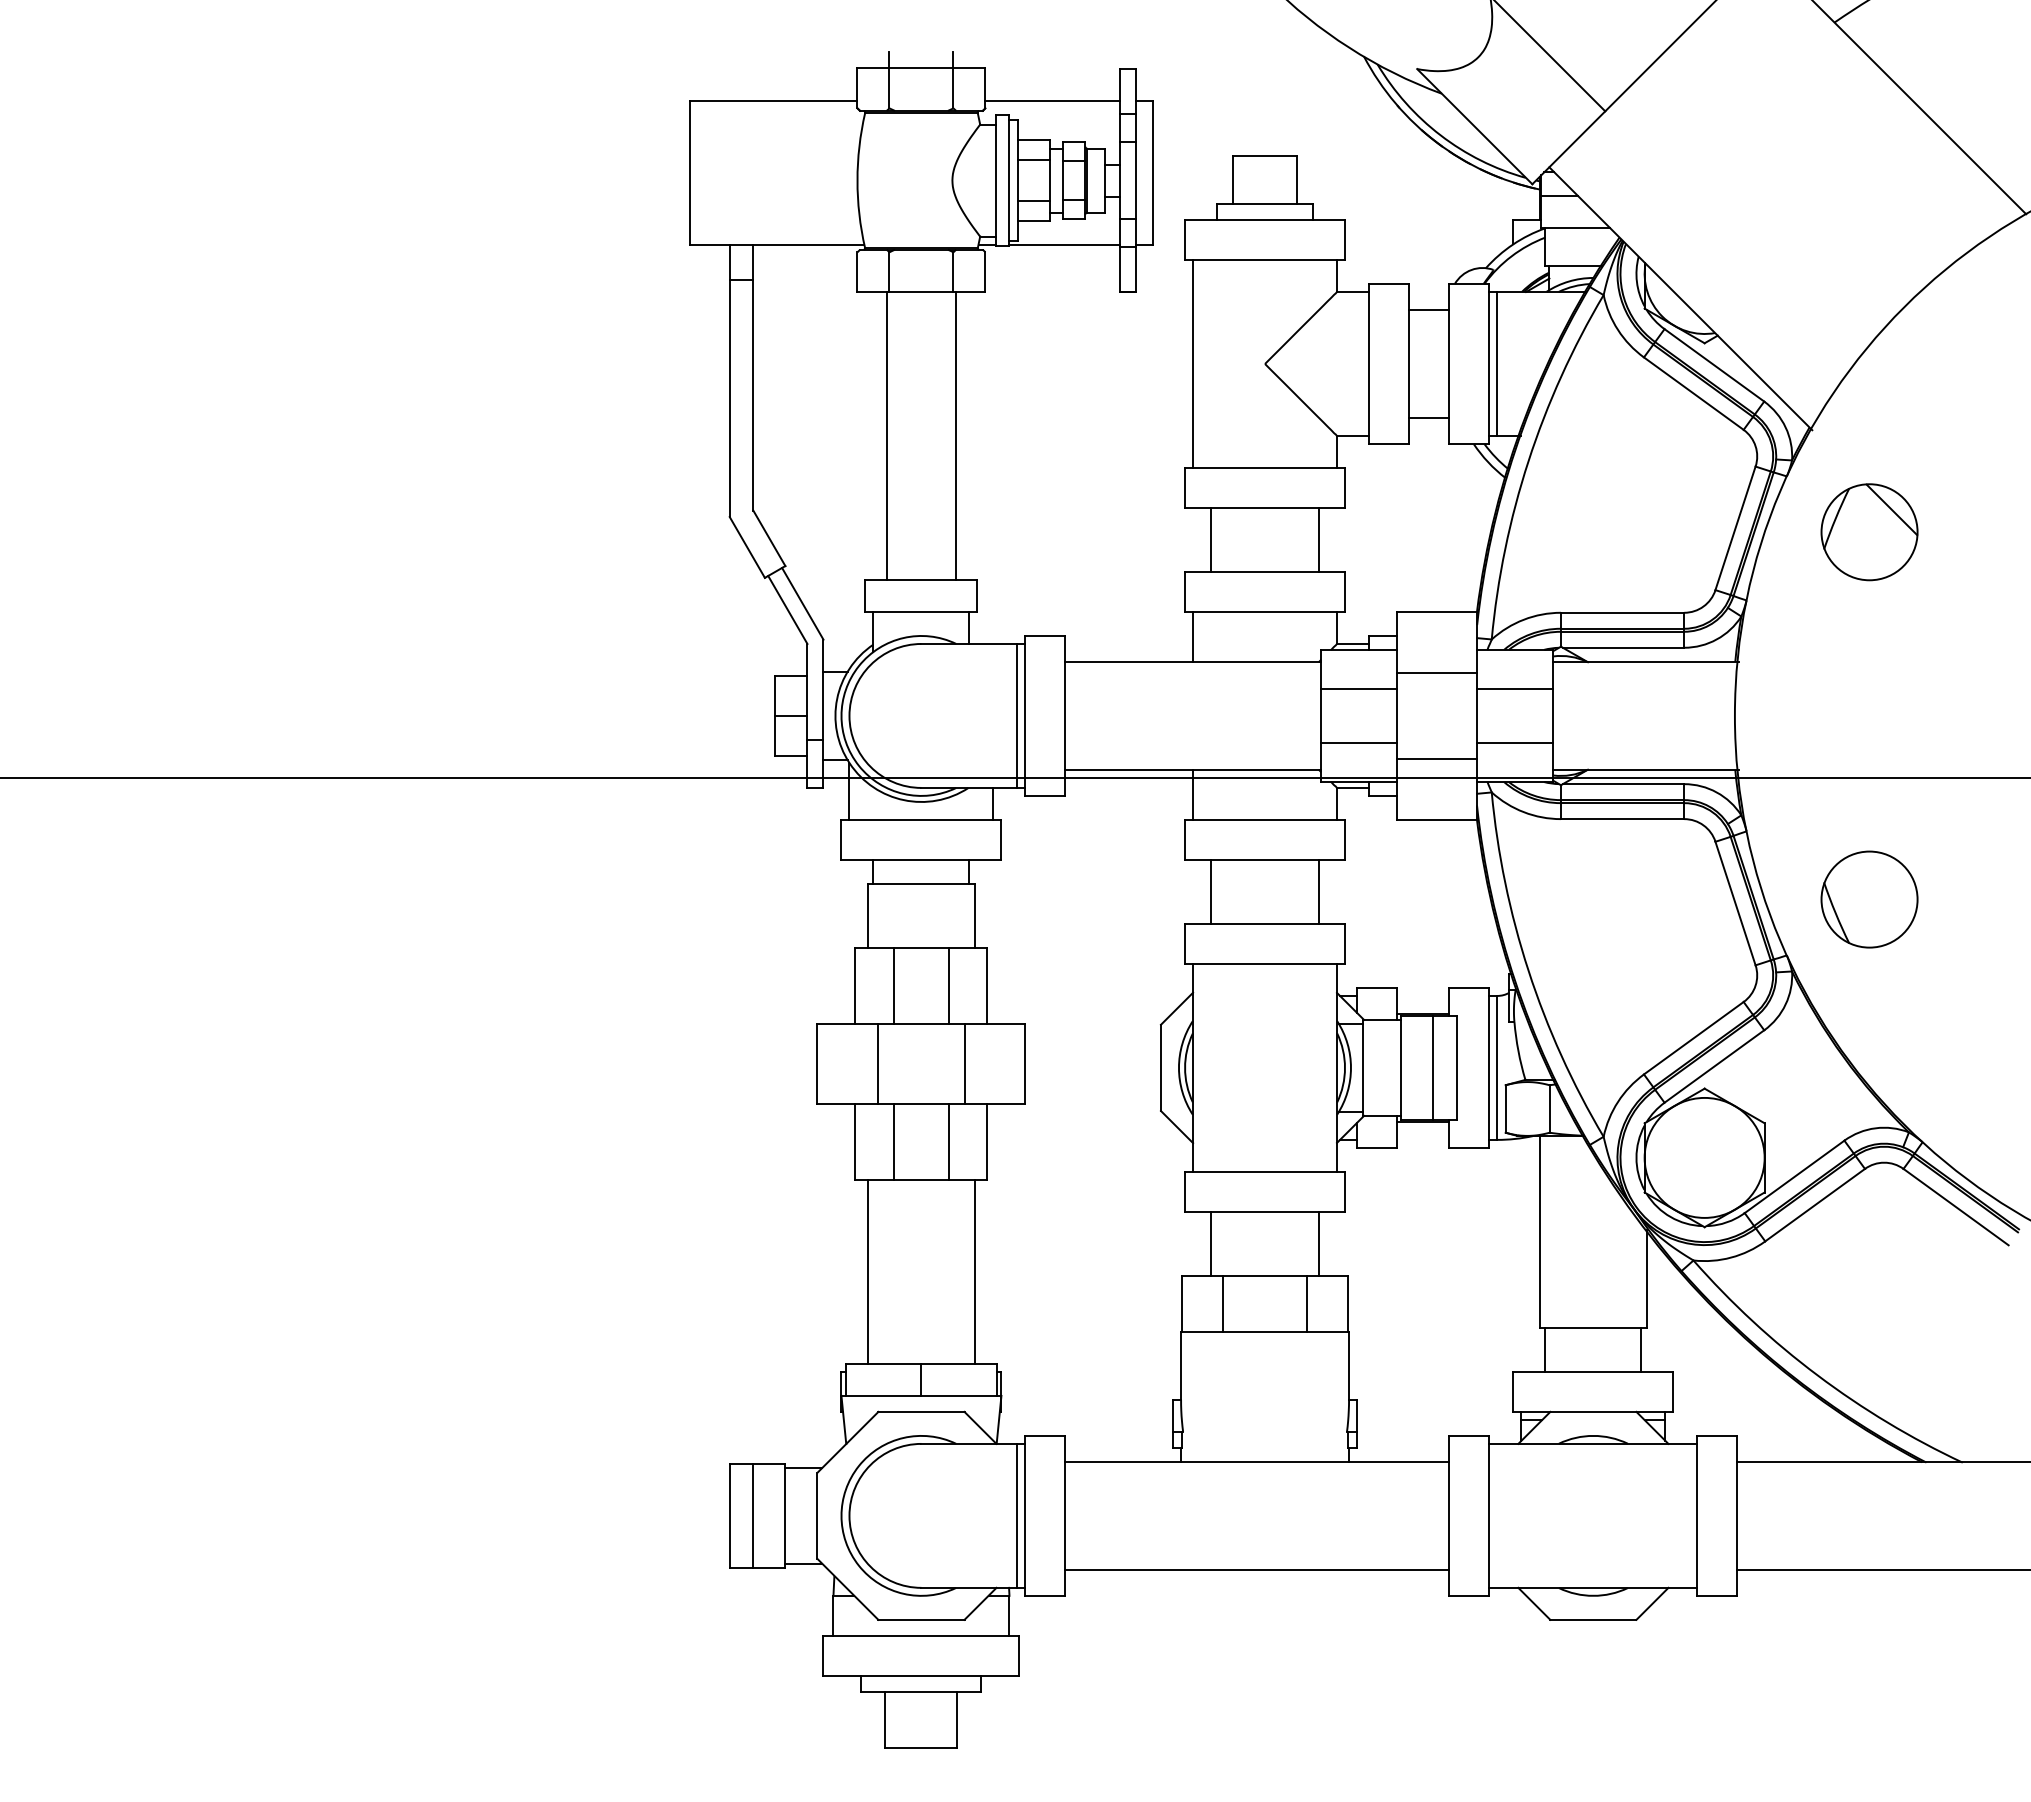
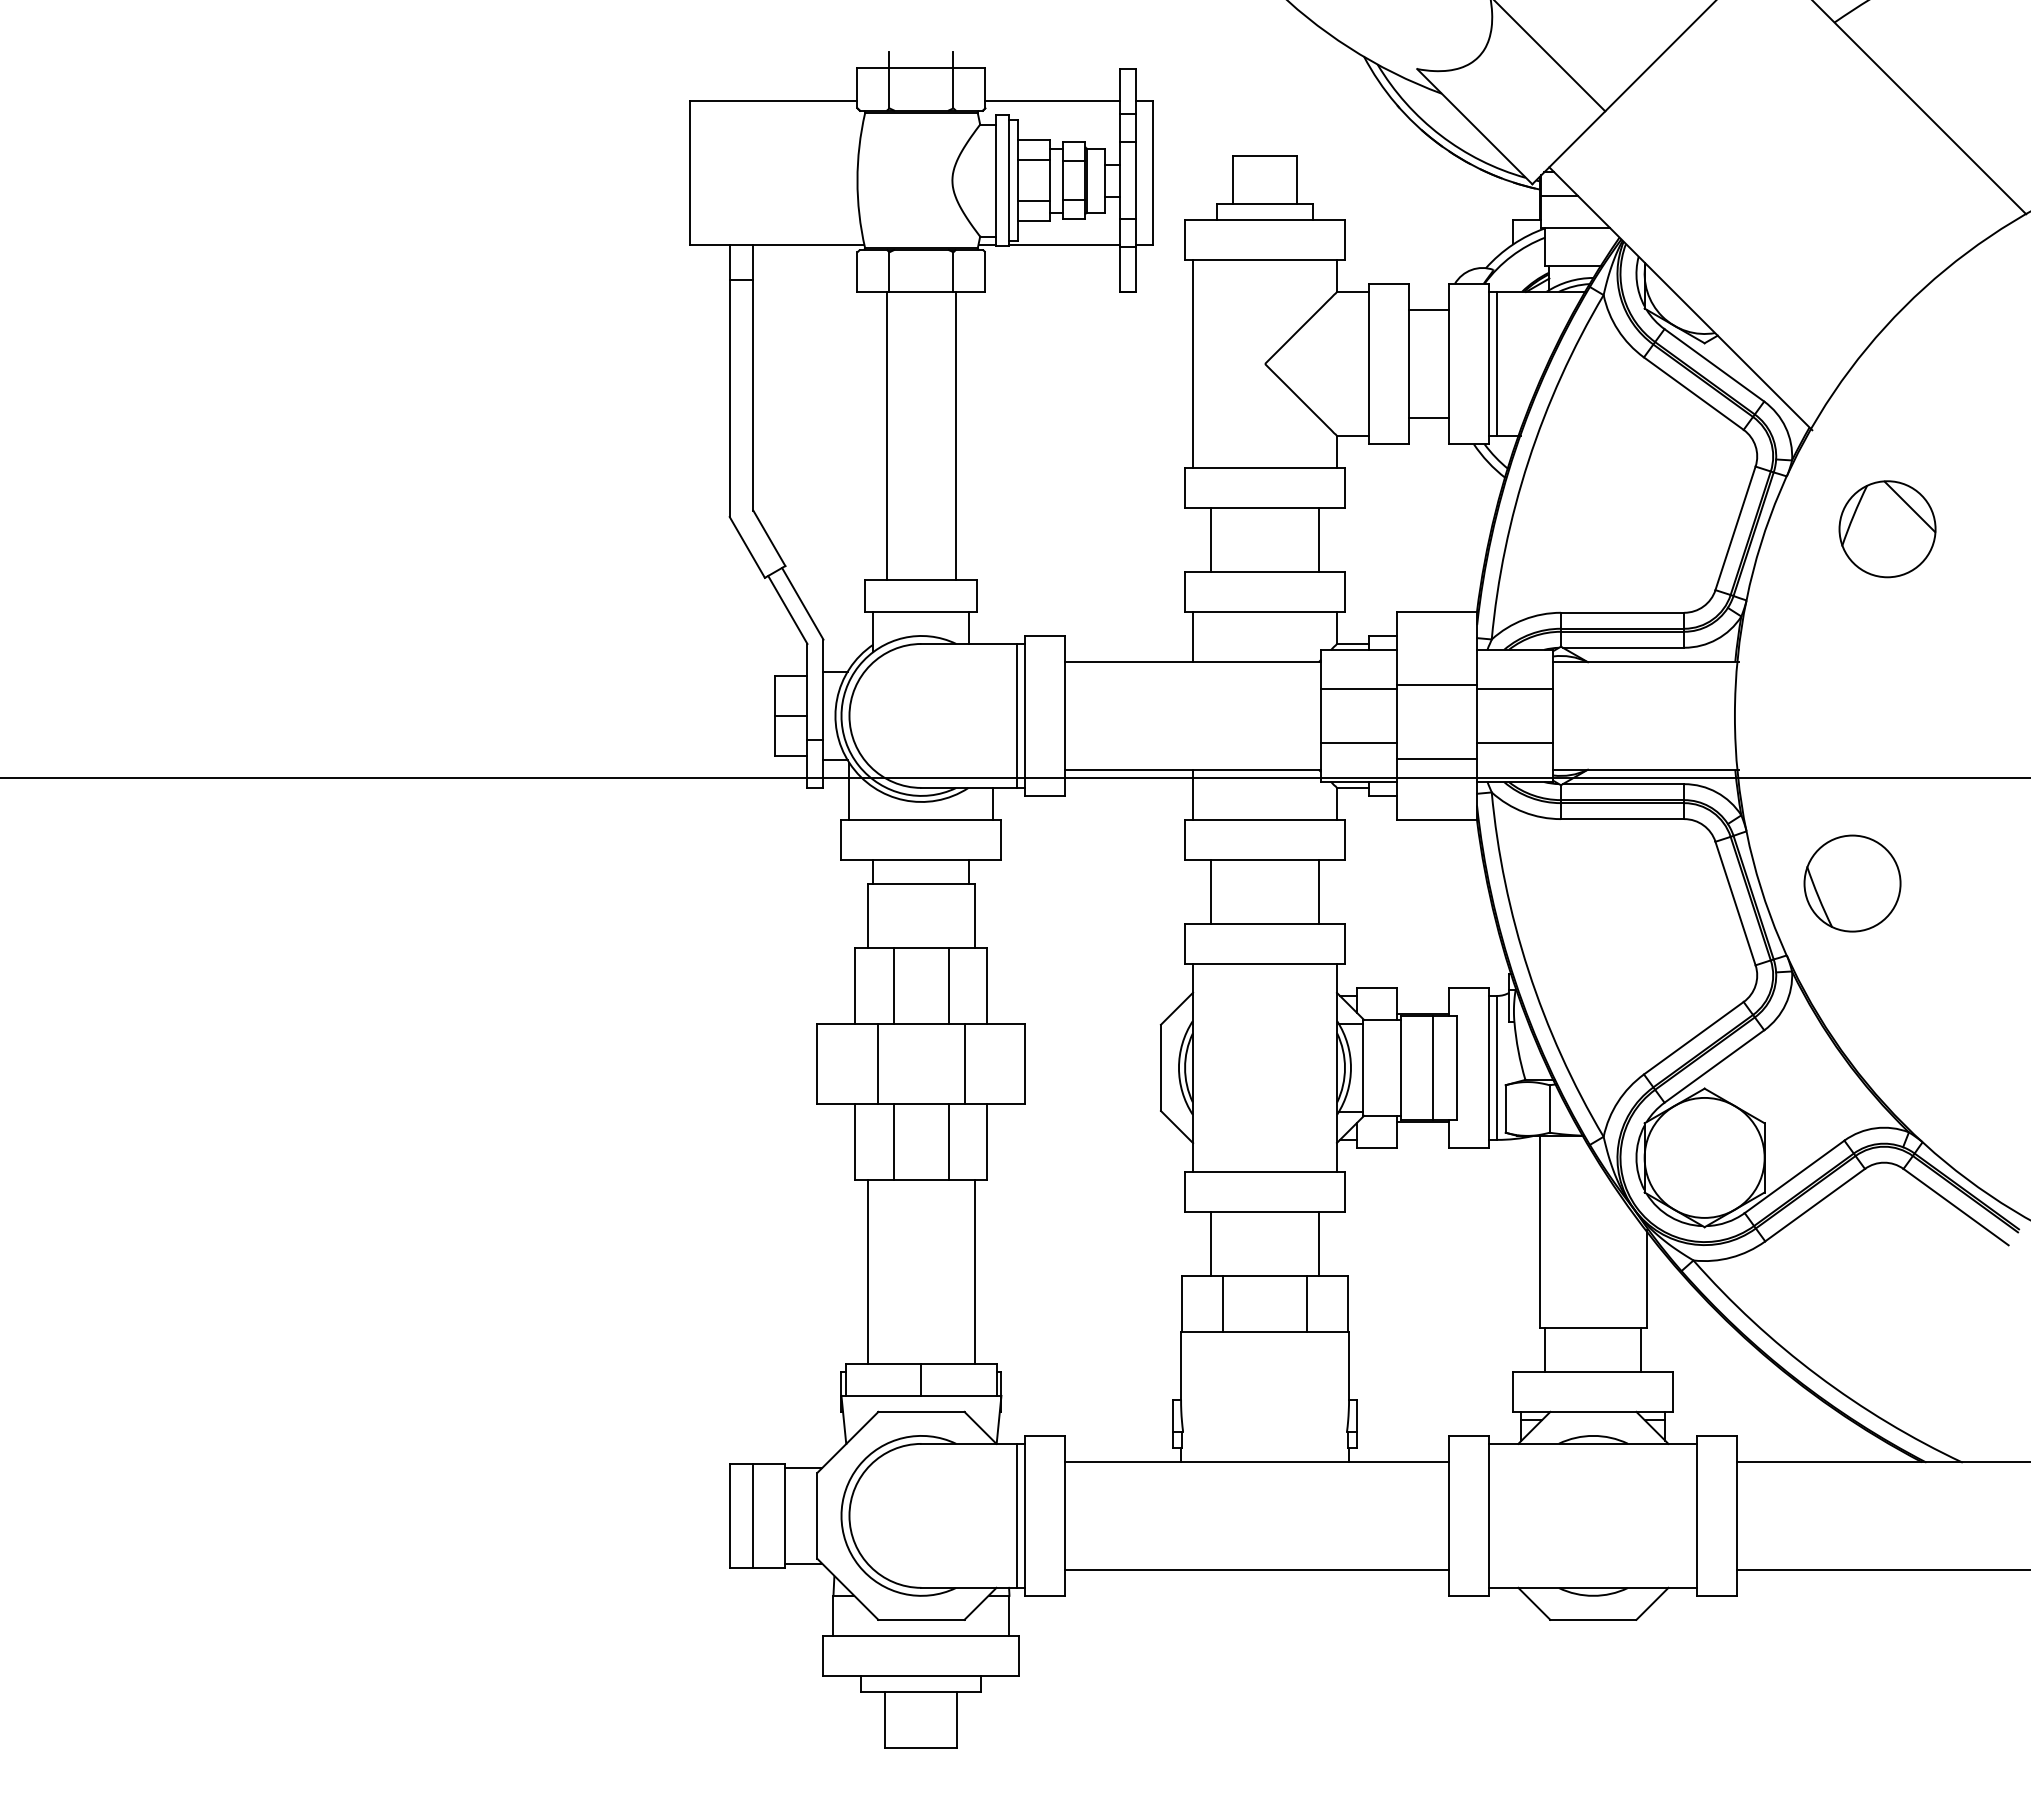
part at (1869, 532) position: (1869, 532) -> (1887, 529)
line at (1437, 672) position: (1437, 672) -> (1437, 684)
part at (1869, 899) position: (1869, 899) -> (1852, 883)
